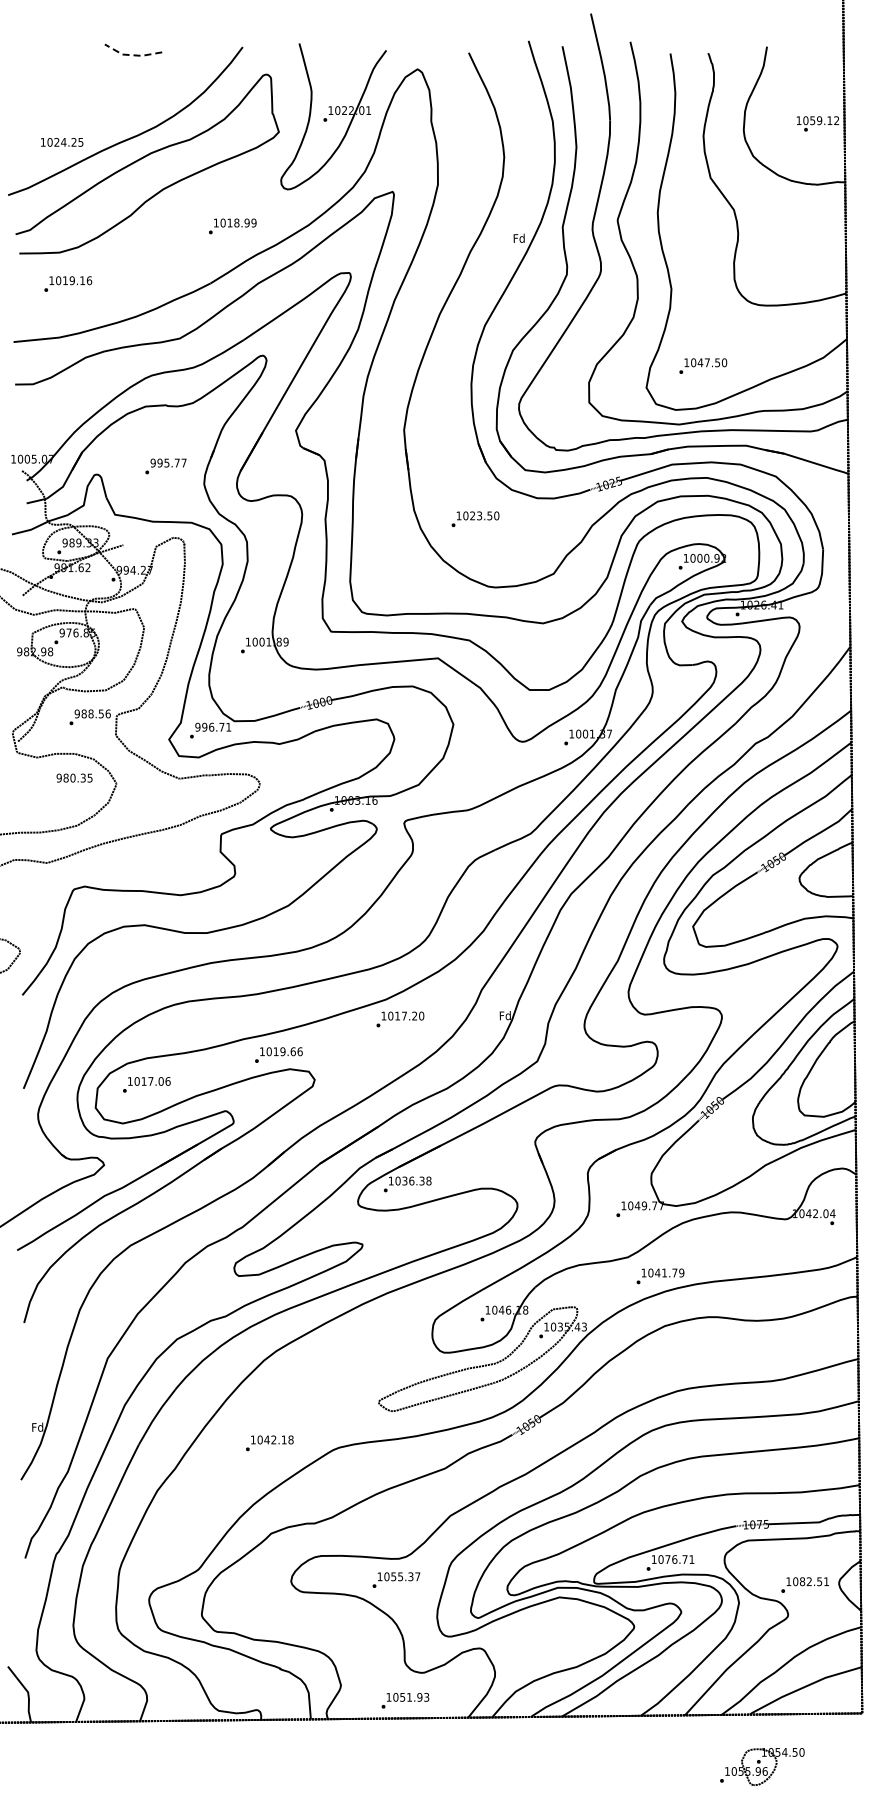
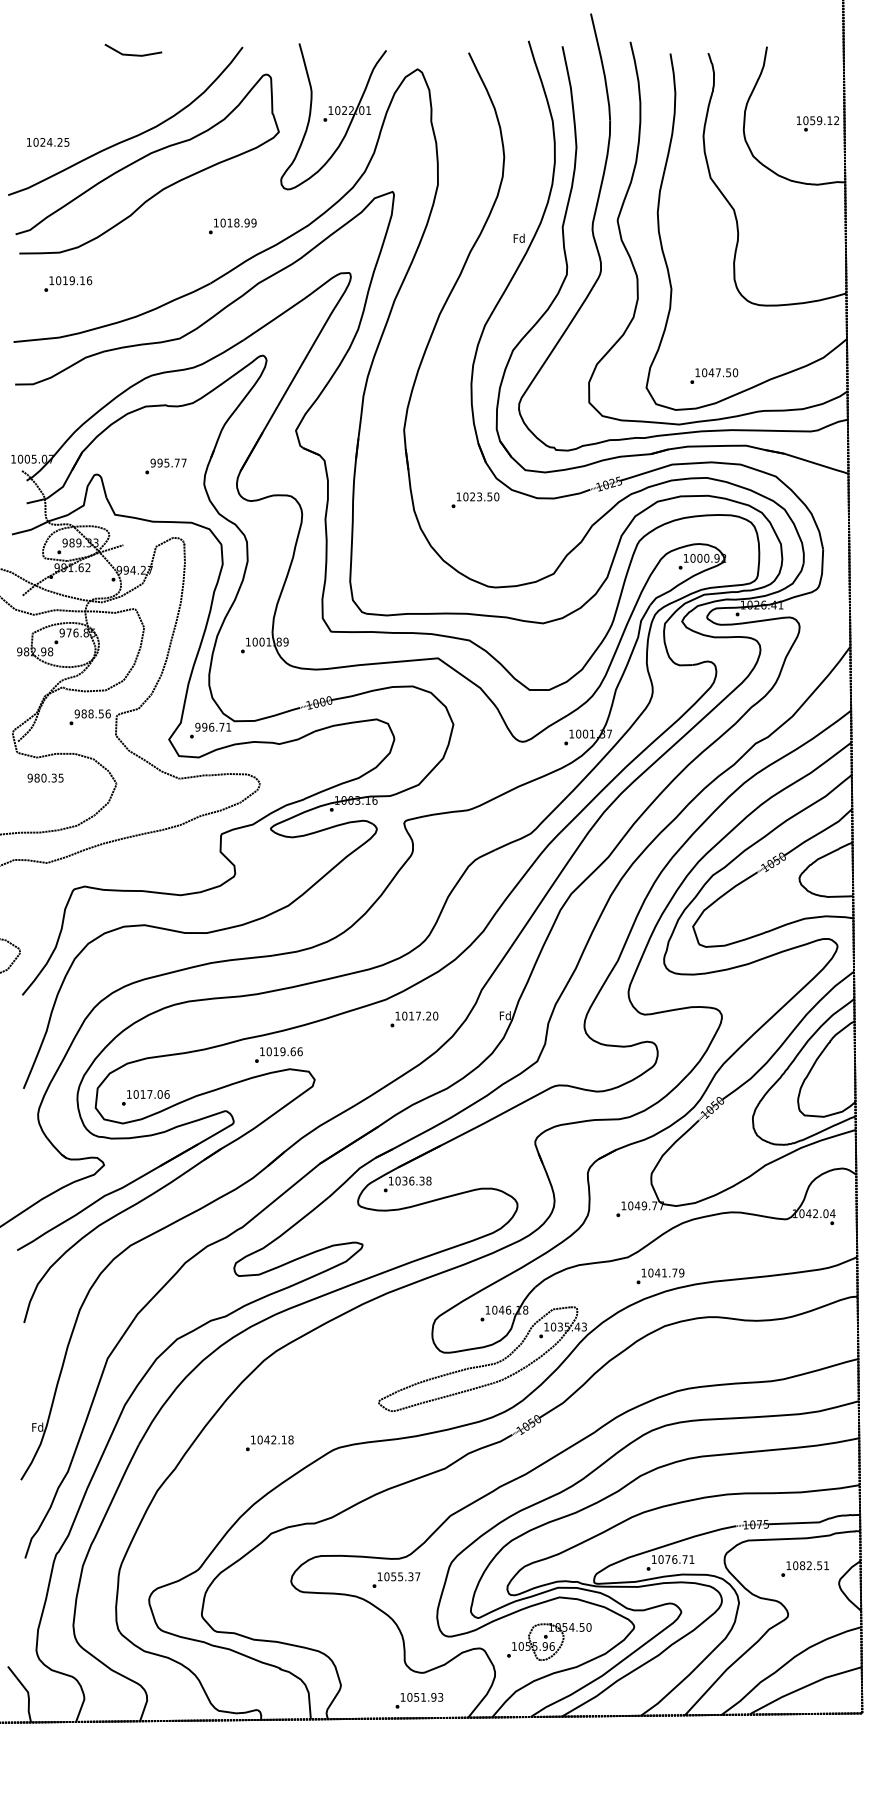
line at (132, 55): dashed -> solid
text at (62, 142) position: (62, 142) -> (48, 142)
text at (703, 365) position: (703, 365) -> (714, 375)
text at (475, 519) position: (475, 519) -> (475, 500)
text at (74, 777) position: (74, 777) -> (45, 777)
text at (400, 1019) position: (400, 1019) -> (414, 1019)
text at (146, 1084) position: (146, 1084) -> (145, 1097)
text at (804, 1584) position: (804, 1584) -> (804, 1568)
text at (405, 1700) position: (405, 1700) -> (419, 1700)
part at (762, 1766) position: (762, 1766) -> (549, 1641)
